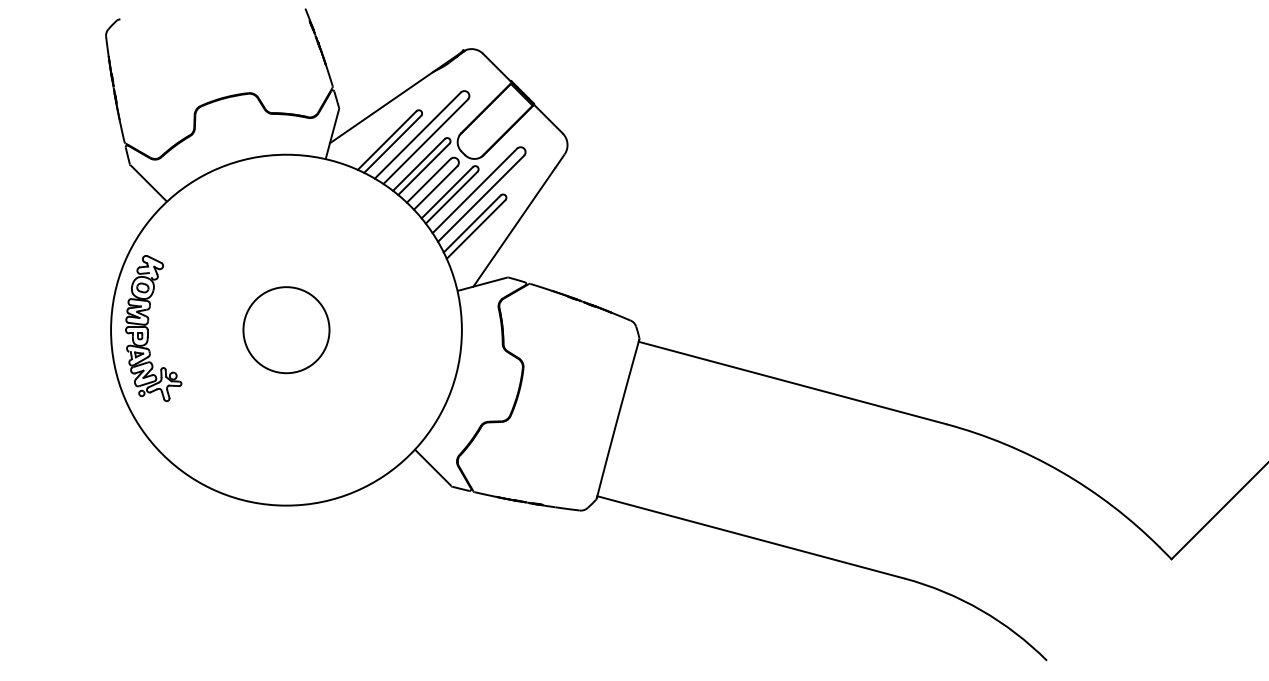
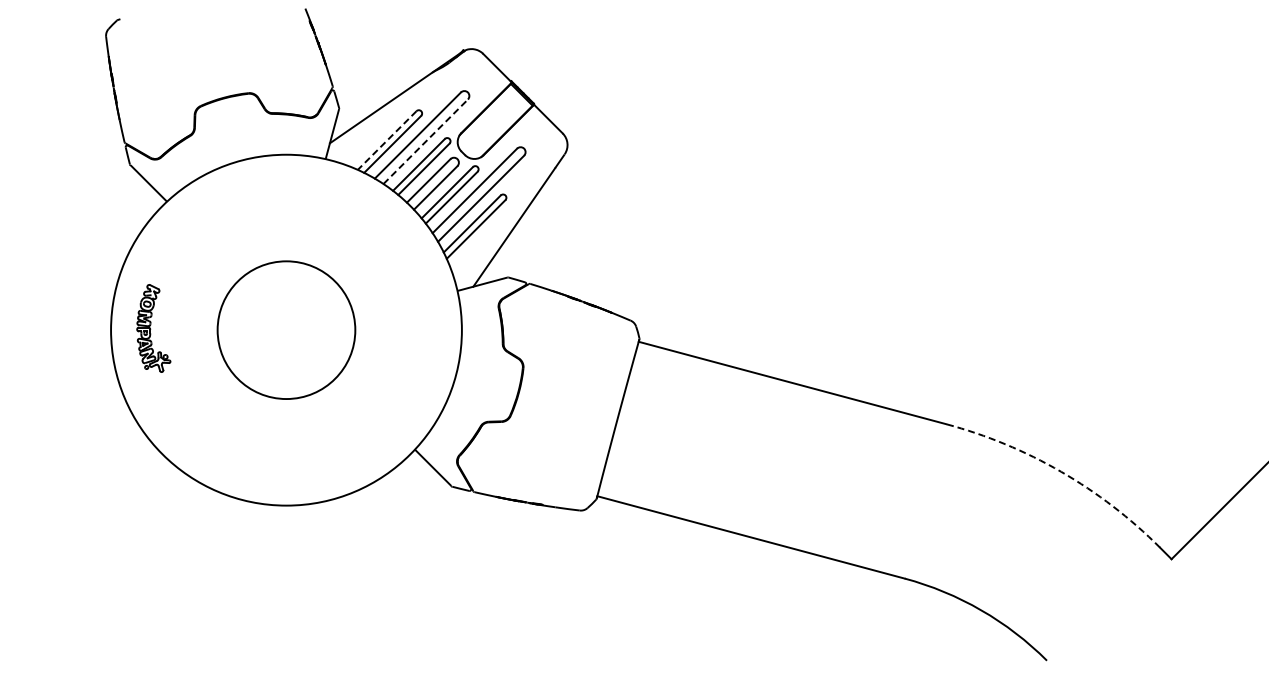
line at (387, 140): solid -> dashed
line at (425, 141): solid -> dashed
part at (153, 328) size: 58x147 px -> 36x89 px
circle at (286, 330) diameter: 86 px -> 138 px
arc at (1061, 471): solid -> dashed
